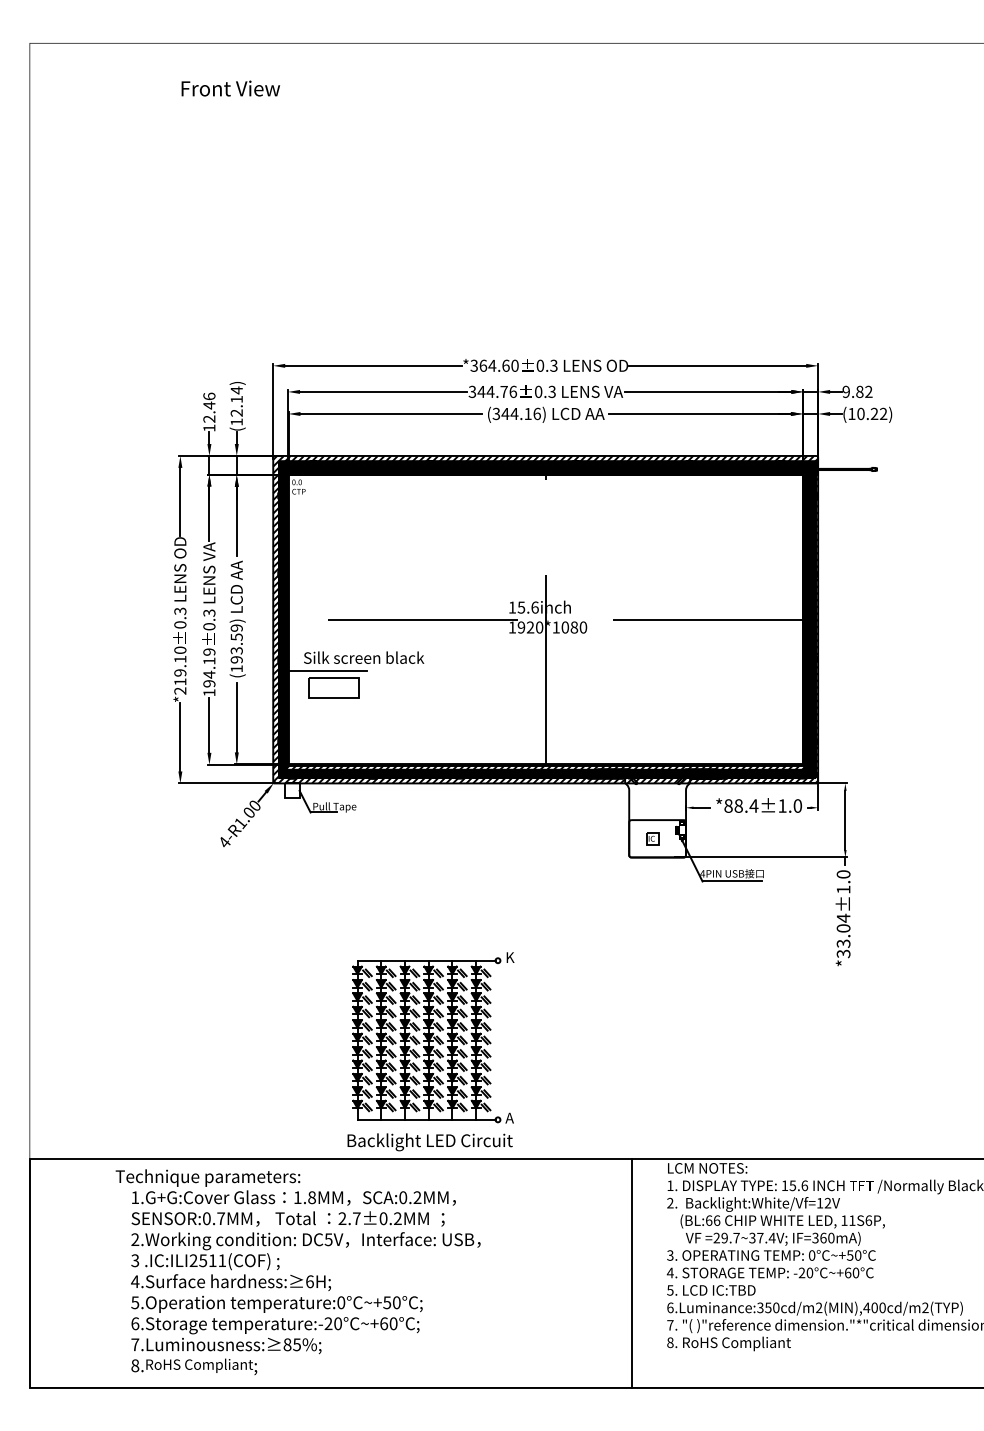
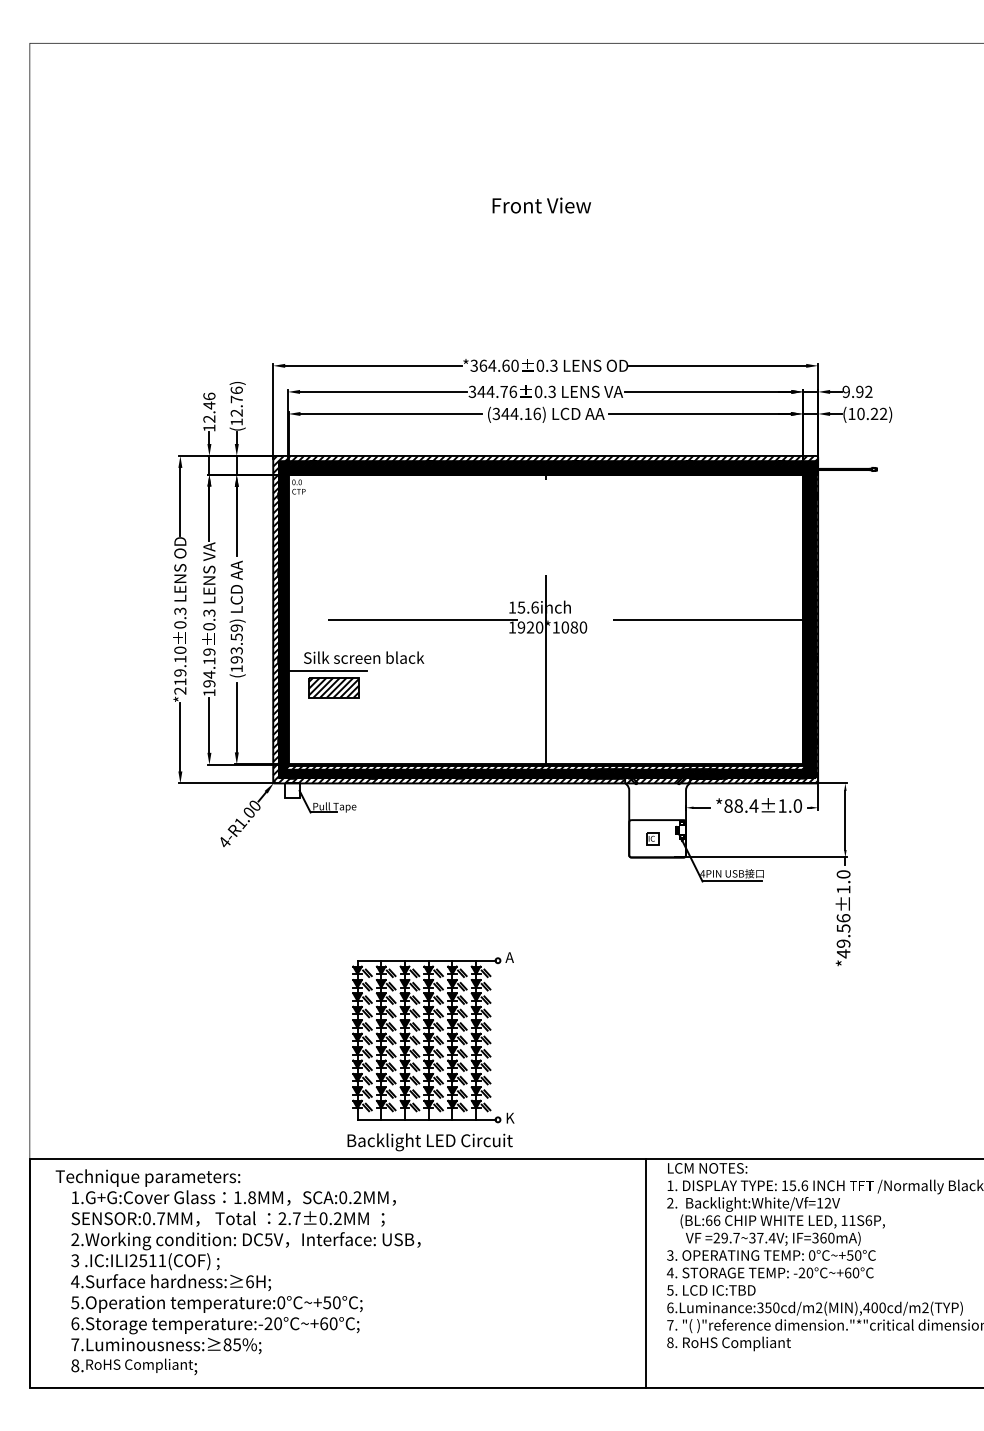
text at (230, 88) position: (230, 88) -> (541, 205)
text at (859, 391): 9.82 -> 9.92
text at (236, 394): (12.14) -> (12.76)
hatch at (333, 687): none -> present
text at (843, 935): *33.04±1.0 -> *49.56±1.0
text at (509, 957): K -> A
text at (509, 1117): A -> K
text at (297, 1271) position: (297, 1271) -> (237, 1271)
line at (632, 1273) position: (632, 1273) -> (646, 1273)
